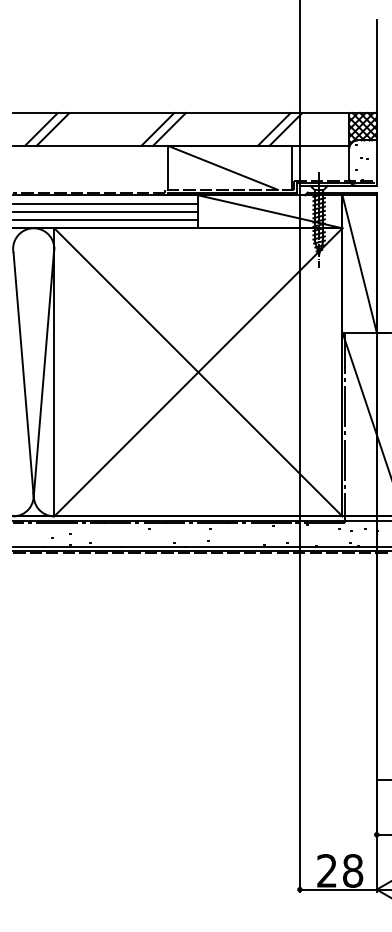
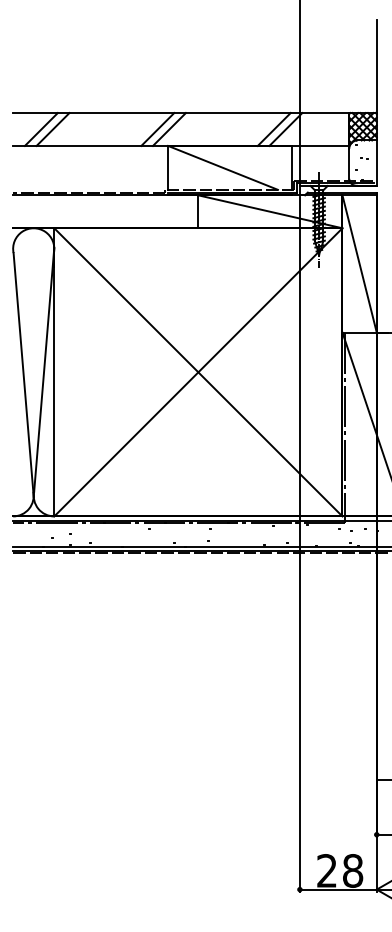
line at (105, 203): present -> none
line at (105, 211): present -> none
line at (105, 220): present -> none
